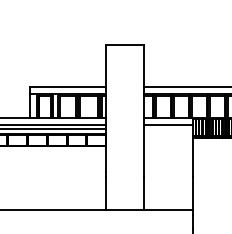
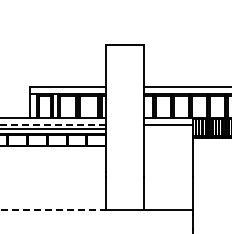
line at (53, 124): solid -> dashed
line at (53, 210): solid -> dashed
